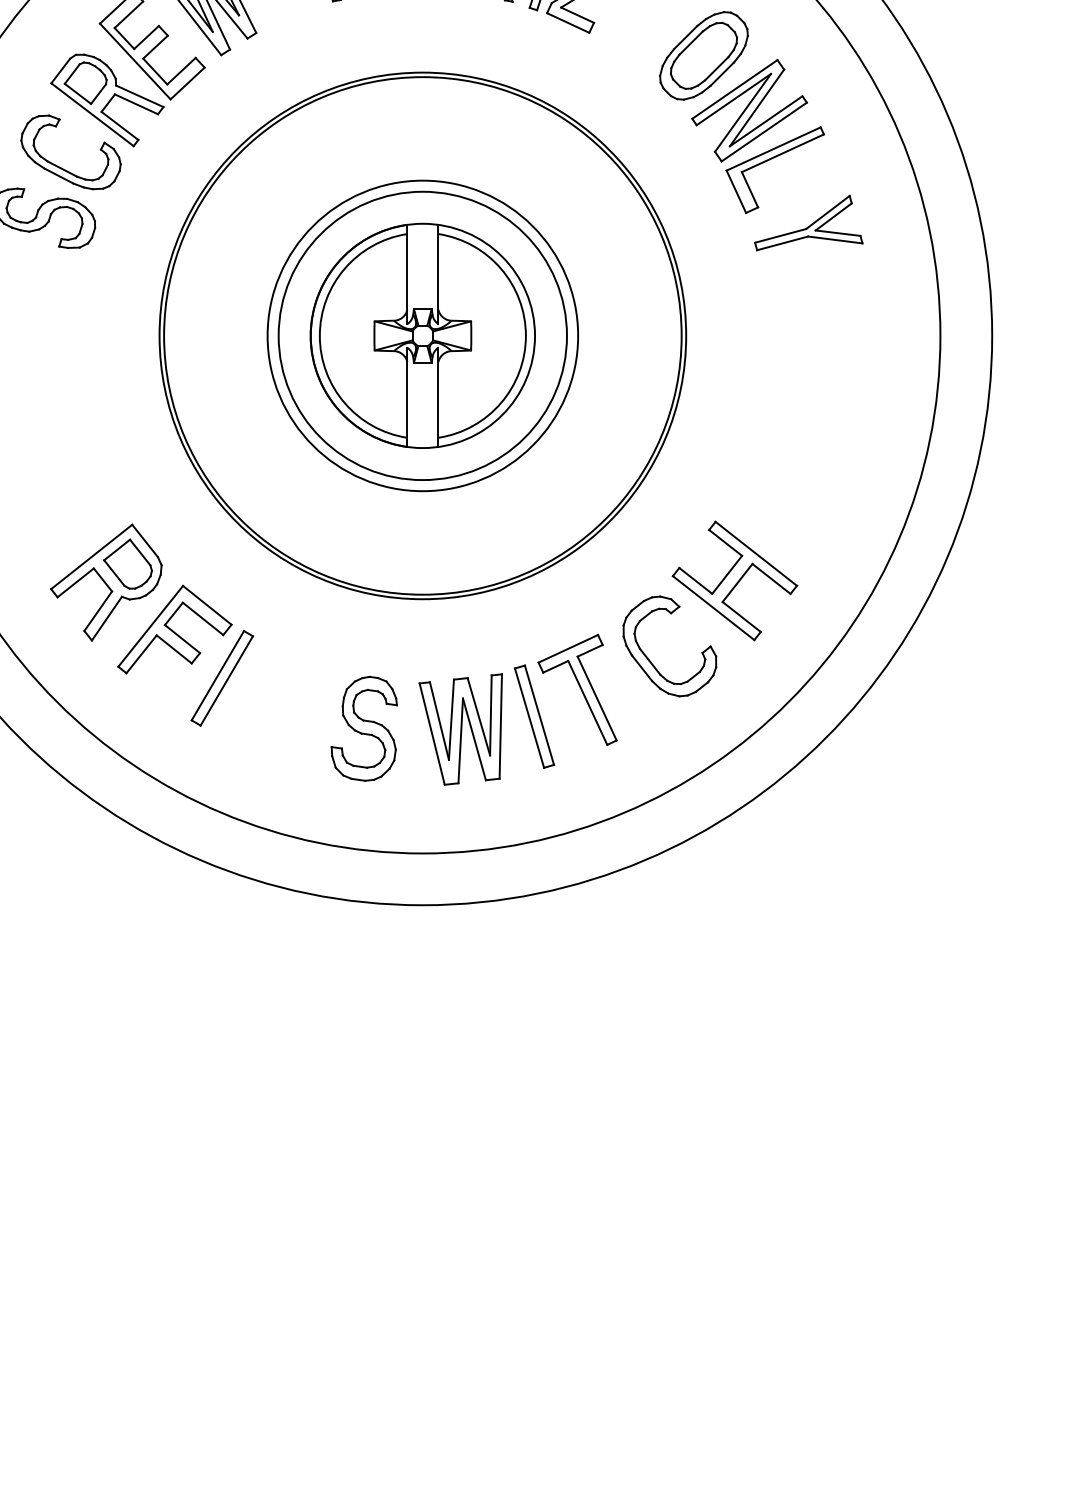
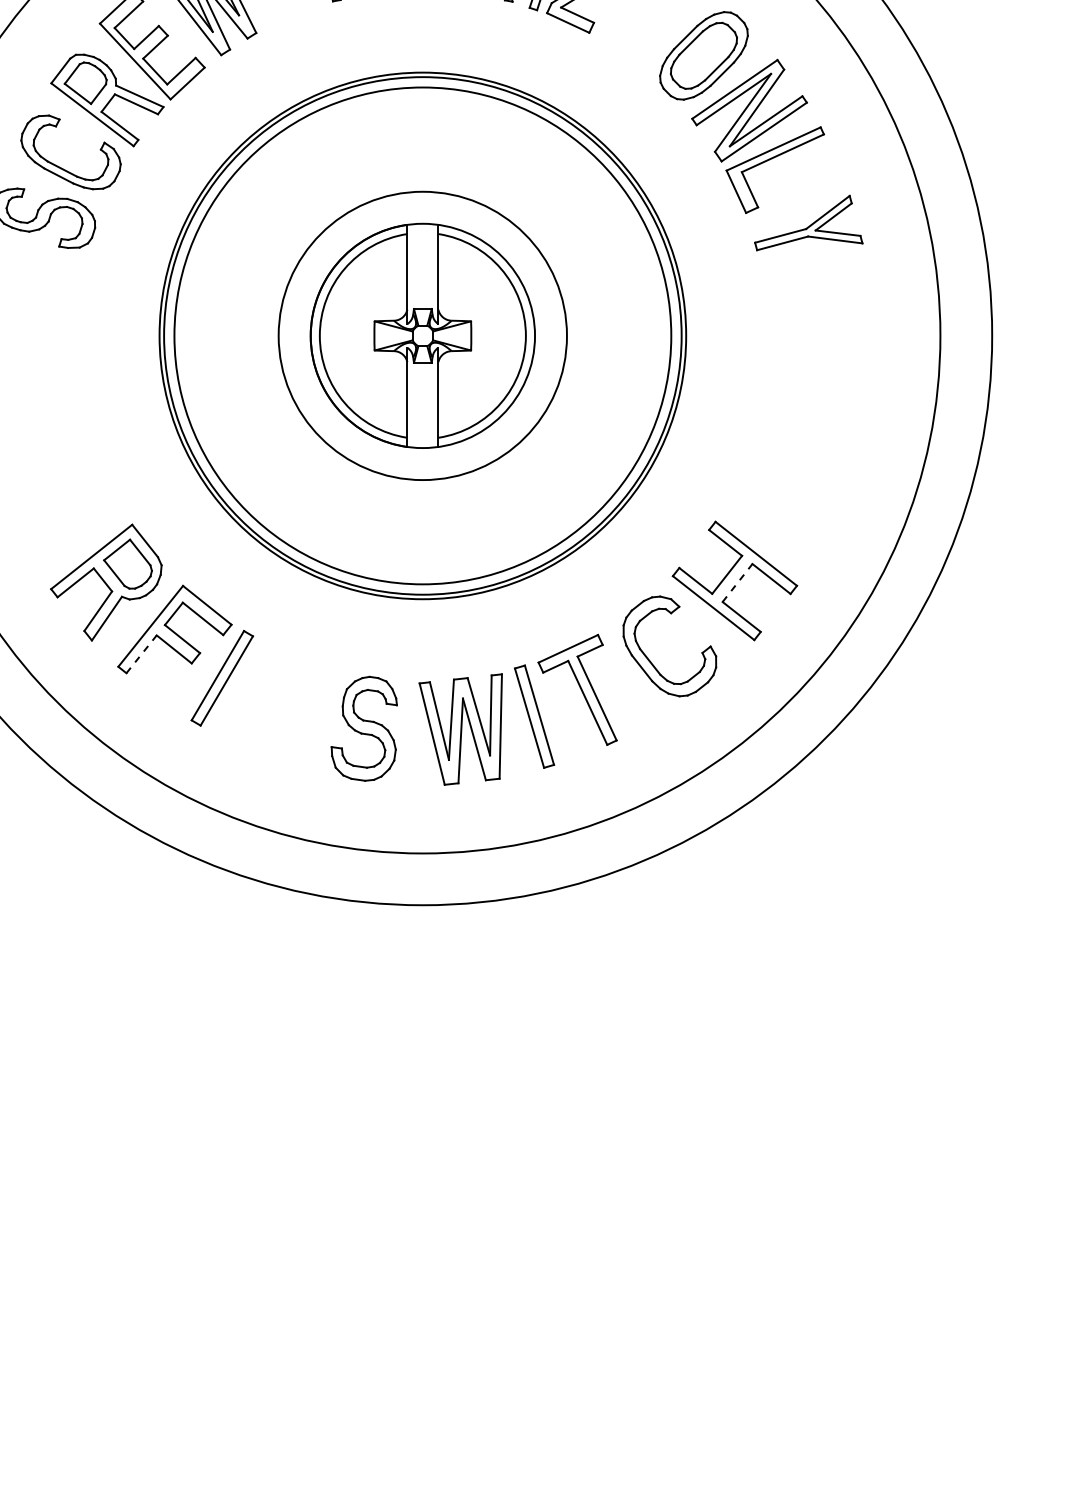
circle at (422, 335) diameter: 311 px -> 497 px
line at (737, 582): solid -> dashed
line at (141, 653): solid -> dashed
